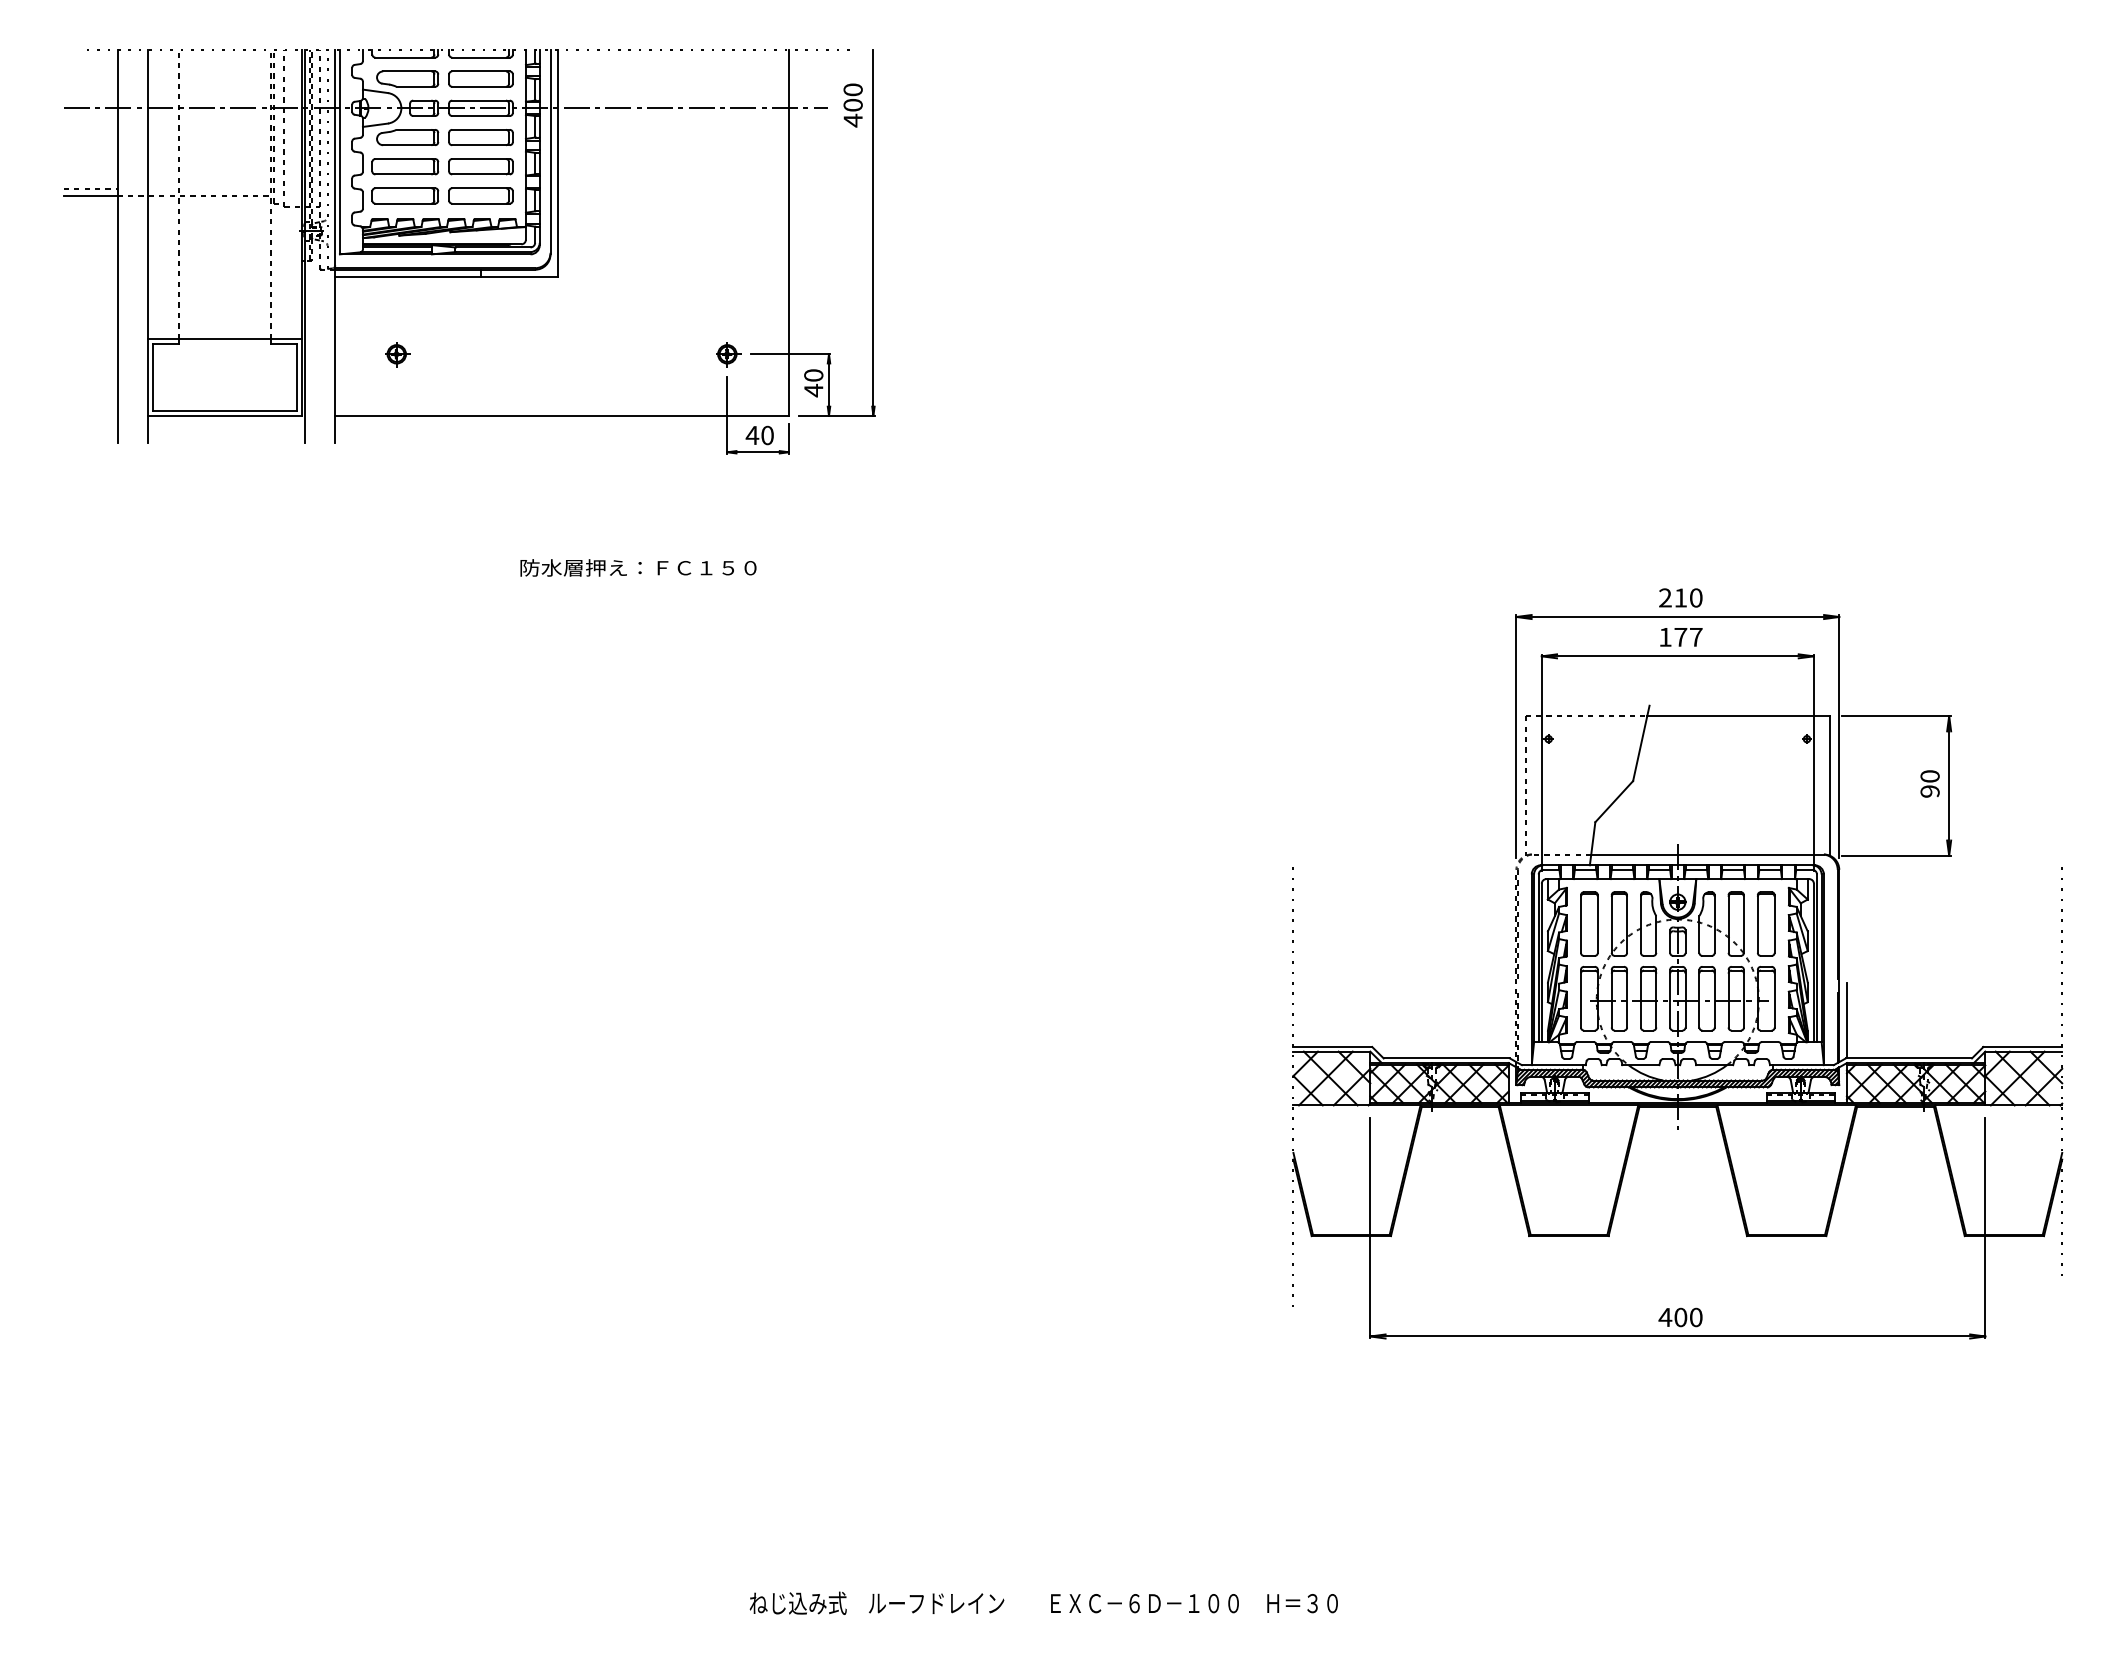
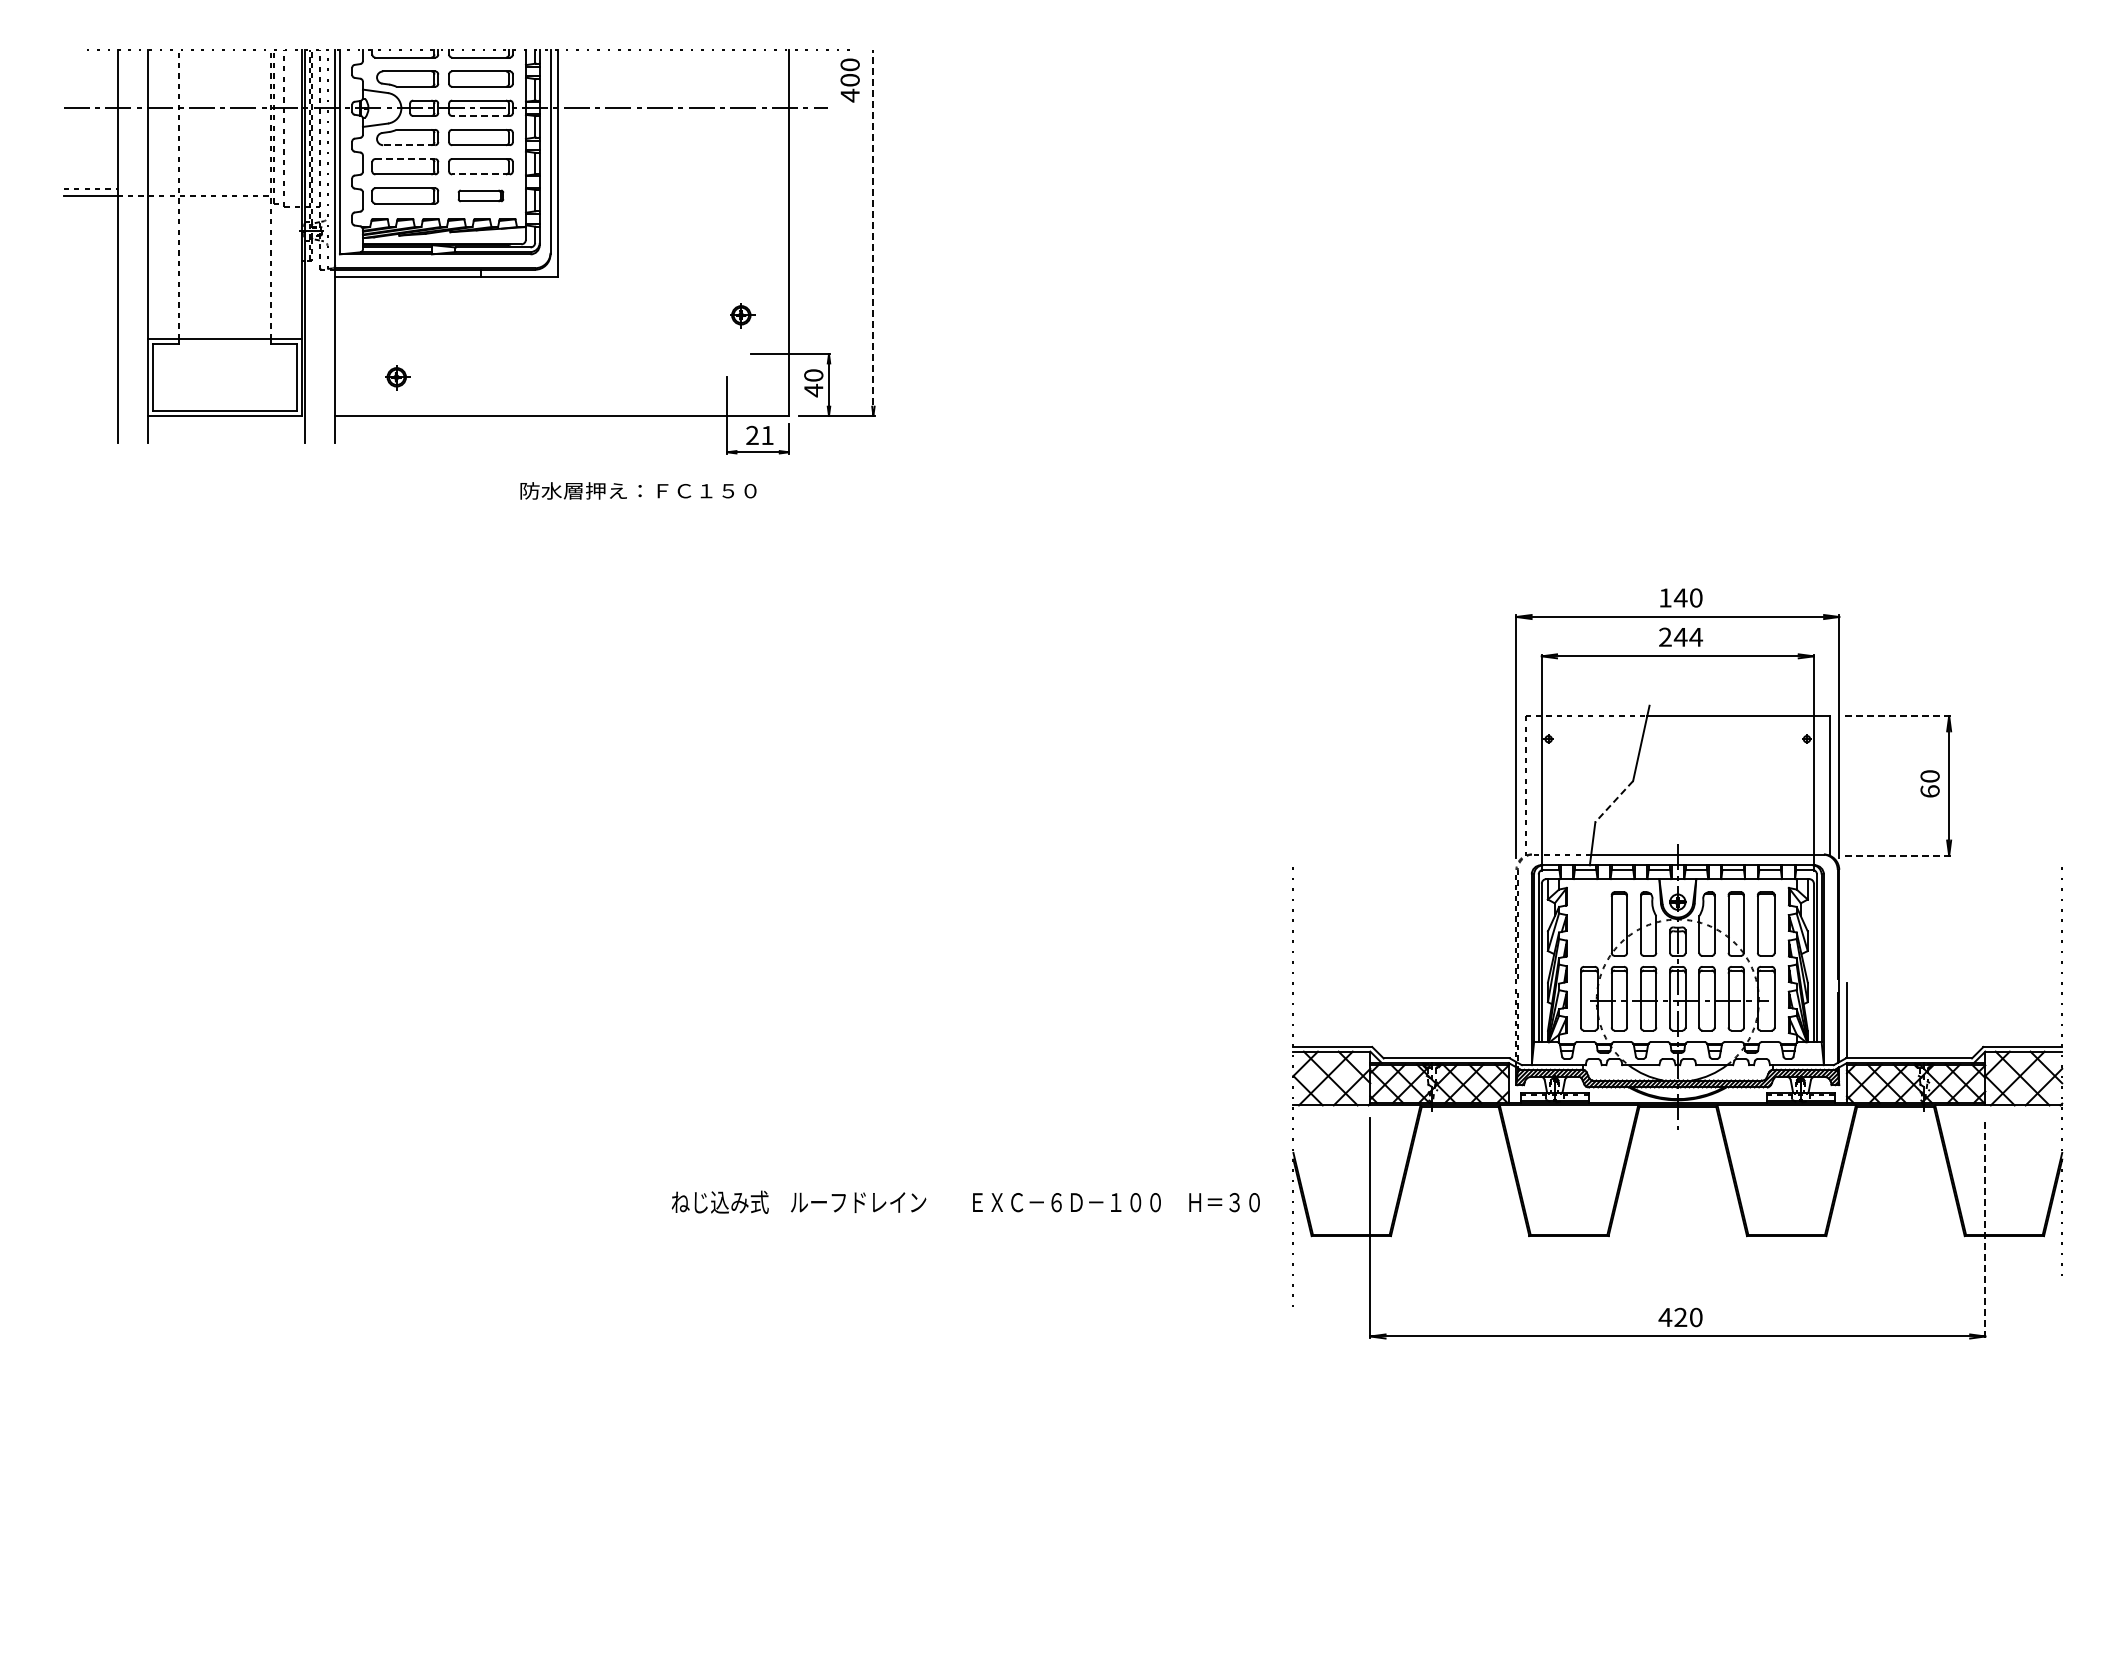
text at (852, 105) position: (852, 105) -> (849, 80)
line at (481, 116): solid -> dashed
line at (408, 145): solid -> dashed
line at (405, 159): solid -> dashed
line at (481, 174): solid -> dashed
part at (480, 195) size: 66x18 px -> 48x14 px
line at (873, 232): solid -> dashed
part at (397, 354) position: (397, 354) -> (397, 377)
part at (728, 354) position: (728, 354) -> (742, 315)
text at (759, 435): 40 -> 21
text at (638, 567) position: (638, 567) -> (638, 490)
text at (1673, 597): 210 -> 140
text at (1681, 636): 177 -> 244
line at (1896, 716): solid -> dashed
text at (1929, 791): 90 -> 60
line at (1614, 801): solid -> dashed
line at (1896, 855): solid -> dashed
part at (1589, 923): present -> none
line at (1985, 1227): solid -> dashed
text at (1680, 1317): 400 -> 420
text at (1043, 1602) position: (1043, 1602) -> (965, 1201)
